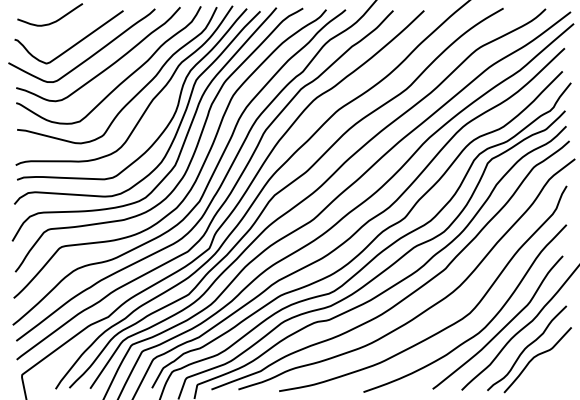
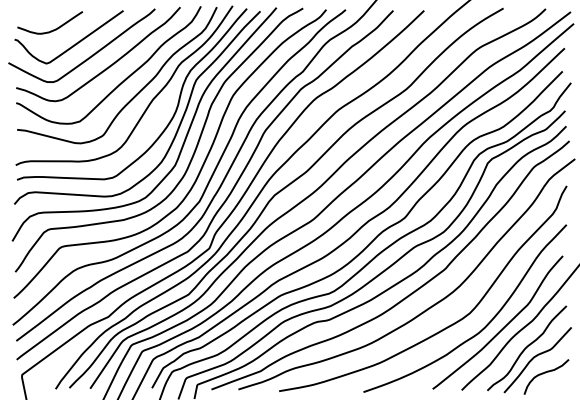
curve at (53, 21) position: (53, 21) -> (53, 29)
curve at (545, 373): none -> present
